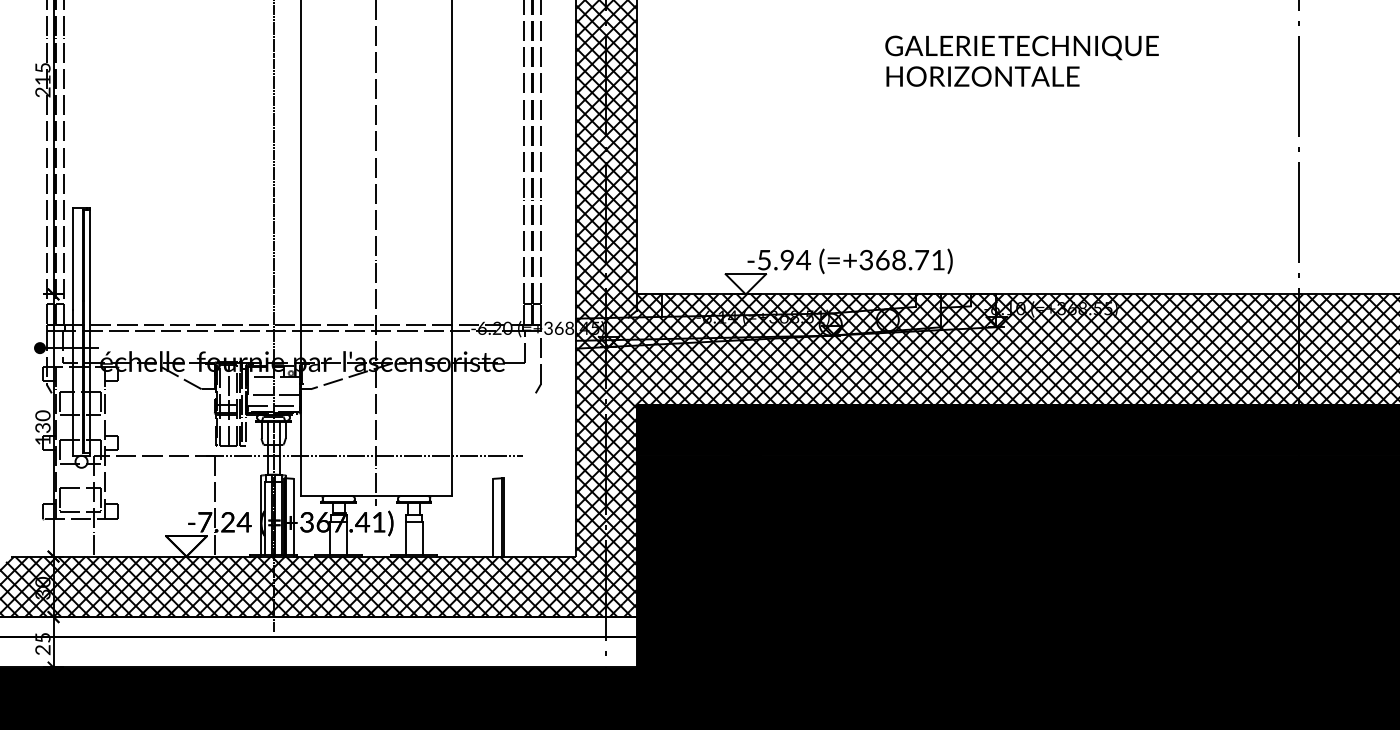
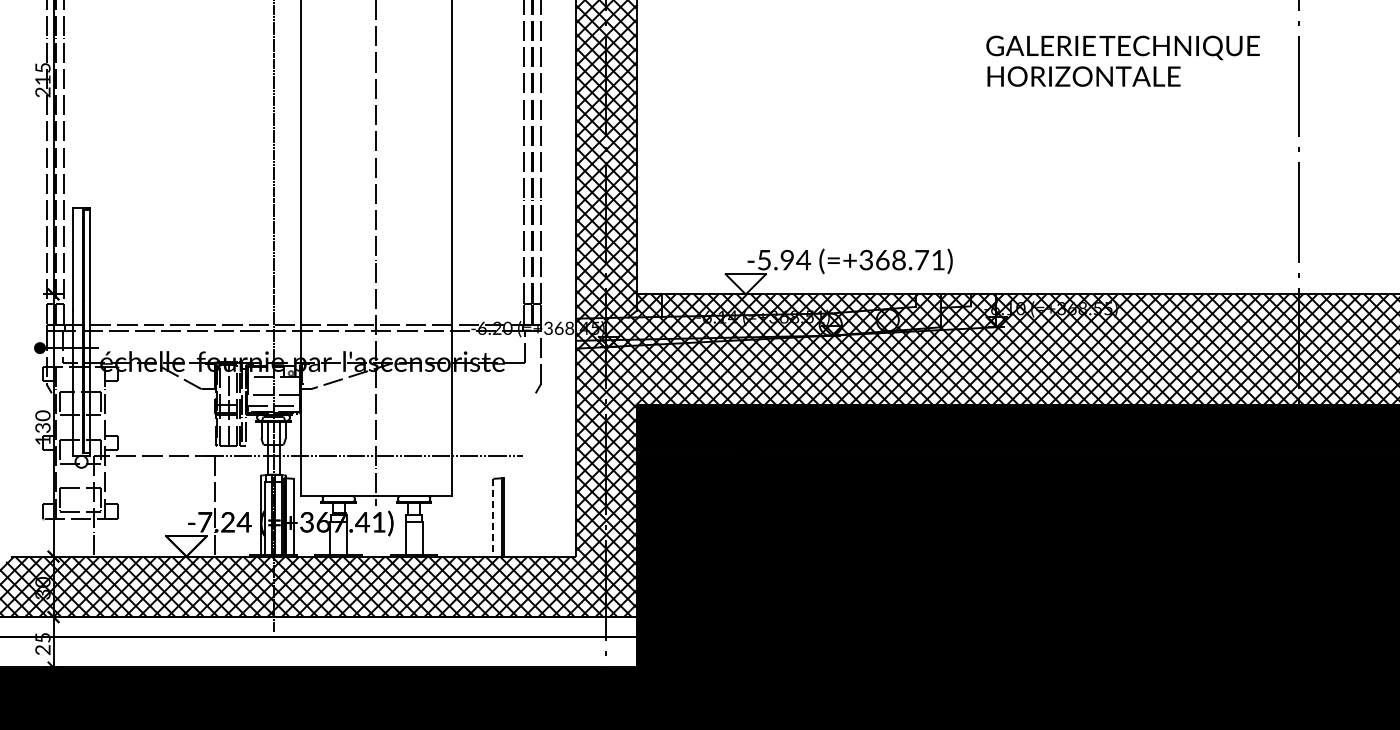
text at (1021, 60) position: (1021, 60) -> (1122, 60)
line at (493, 517): solid -> dashed
